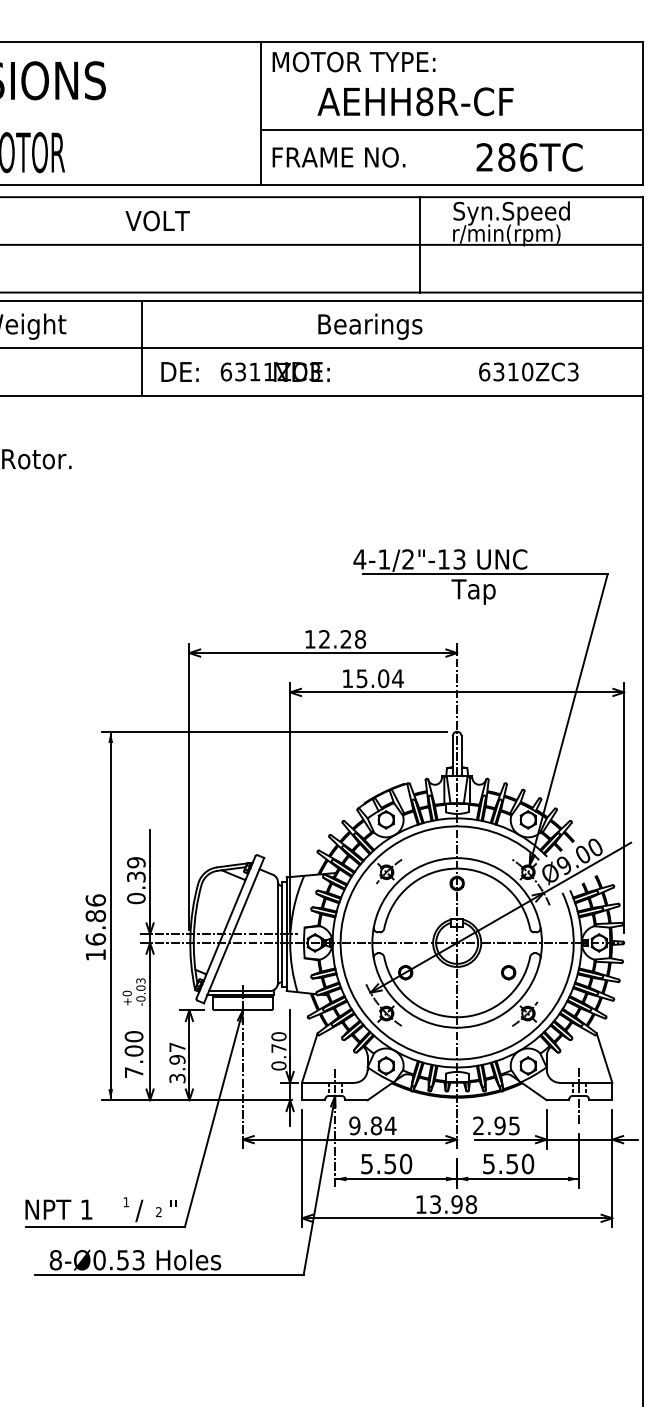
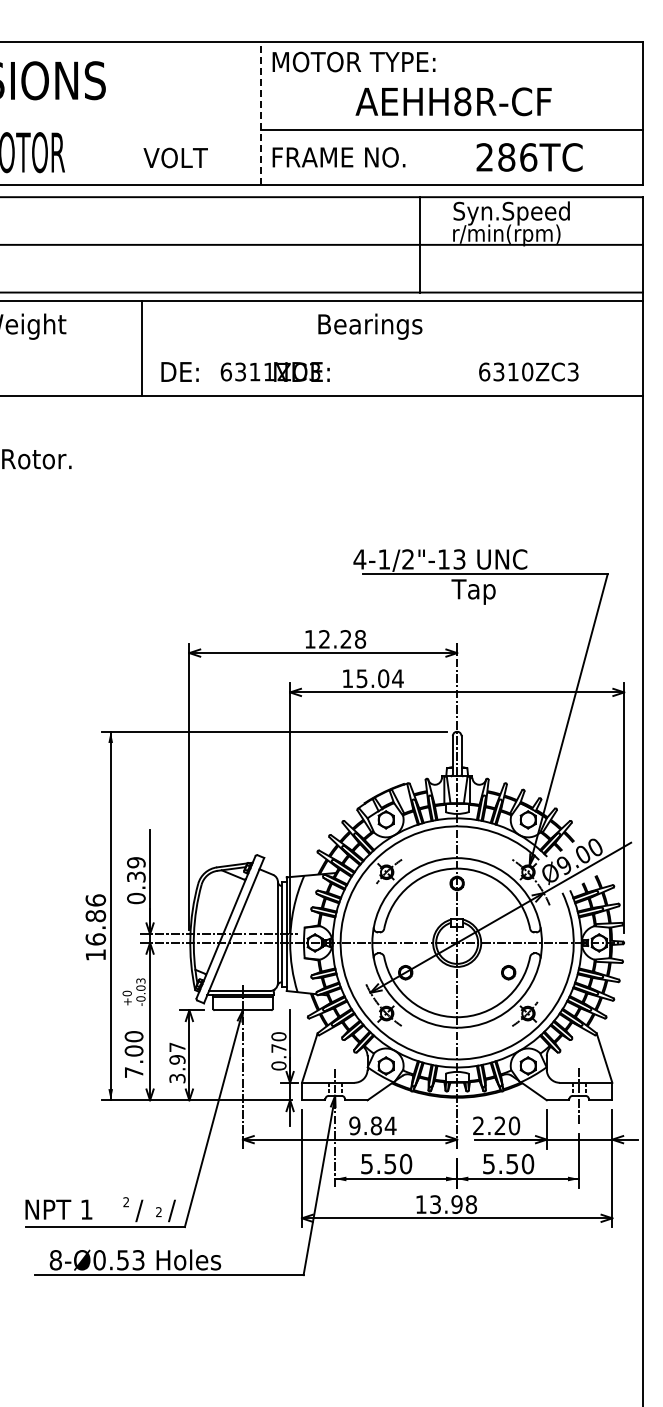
text at (415, 101) position: (415, 101) -> (453, 101)
line at (261, 113): solid -> dashed
text at (157, 220) position: (157, 220) -> (175, 157)
line at (322, 348): present -> none
text at (507, 1125): 2.95 -> 2.20
text at (125, 1202): 1 -> 2
text at (172, 1210): " -> /
